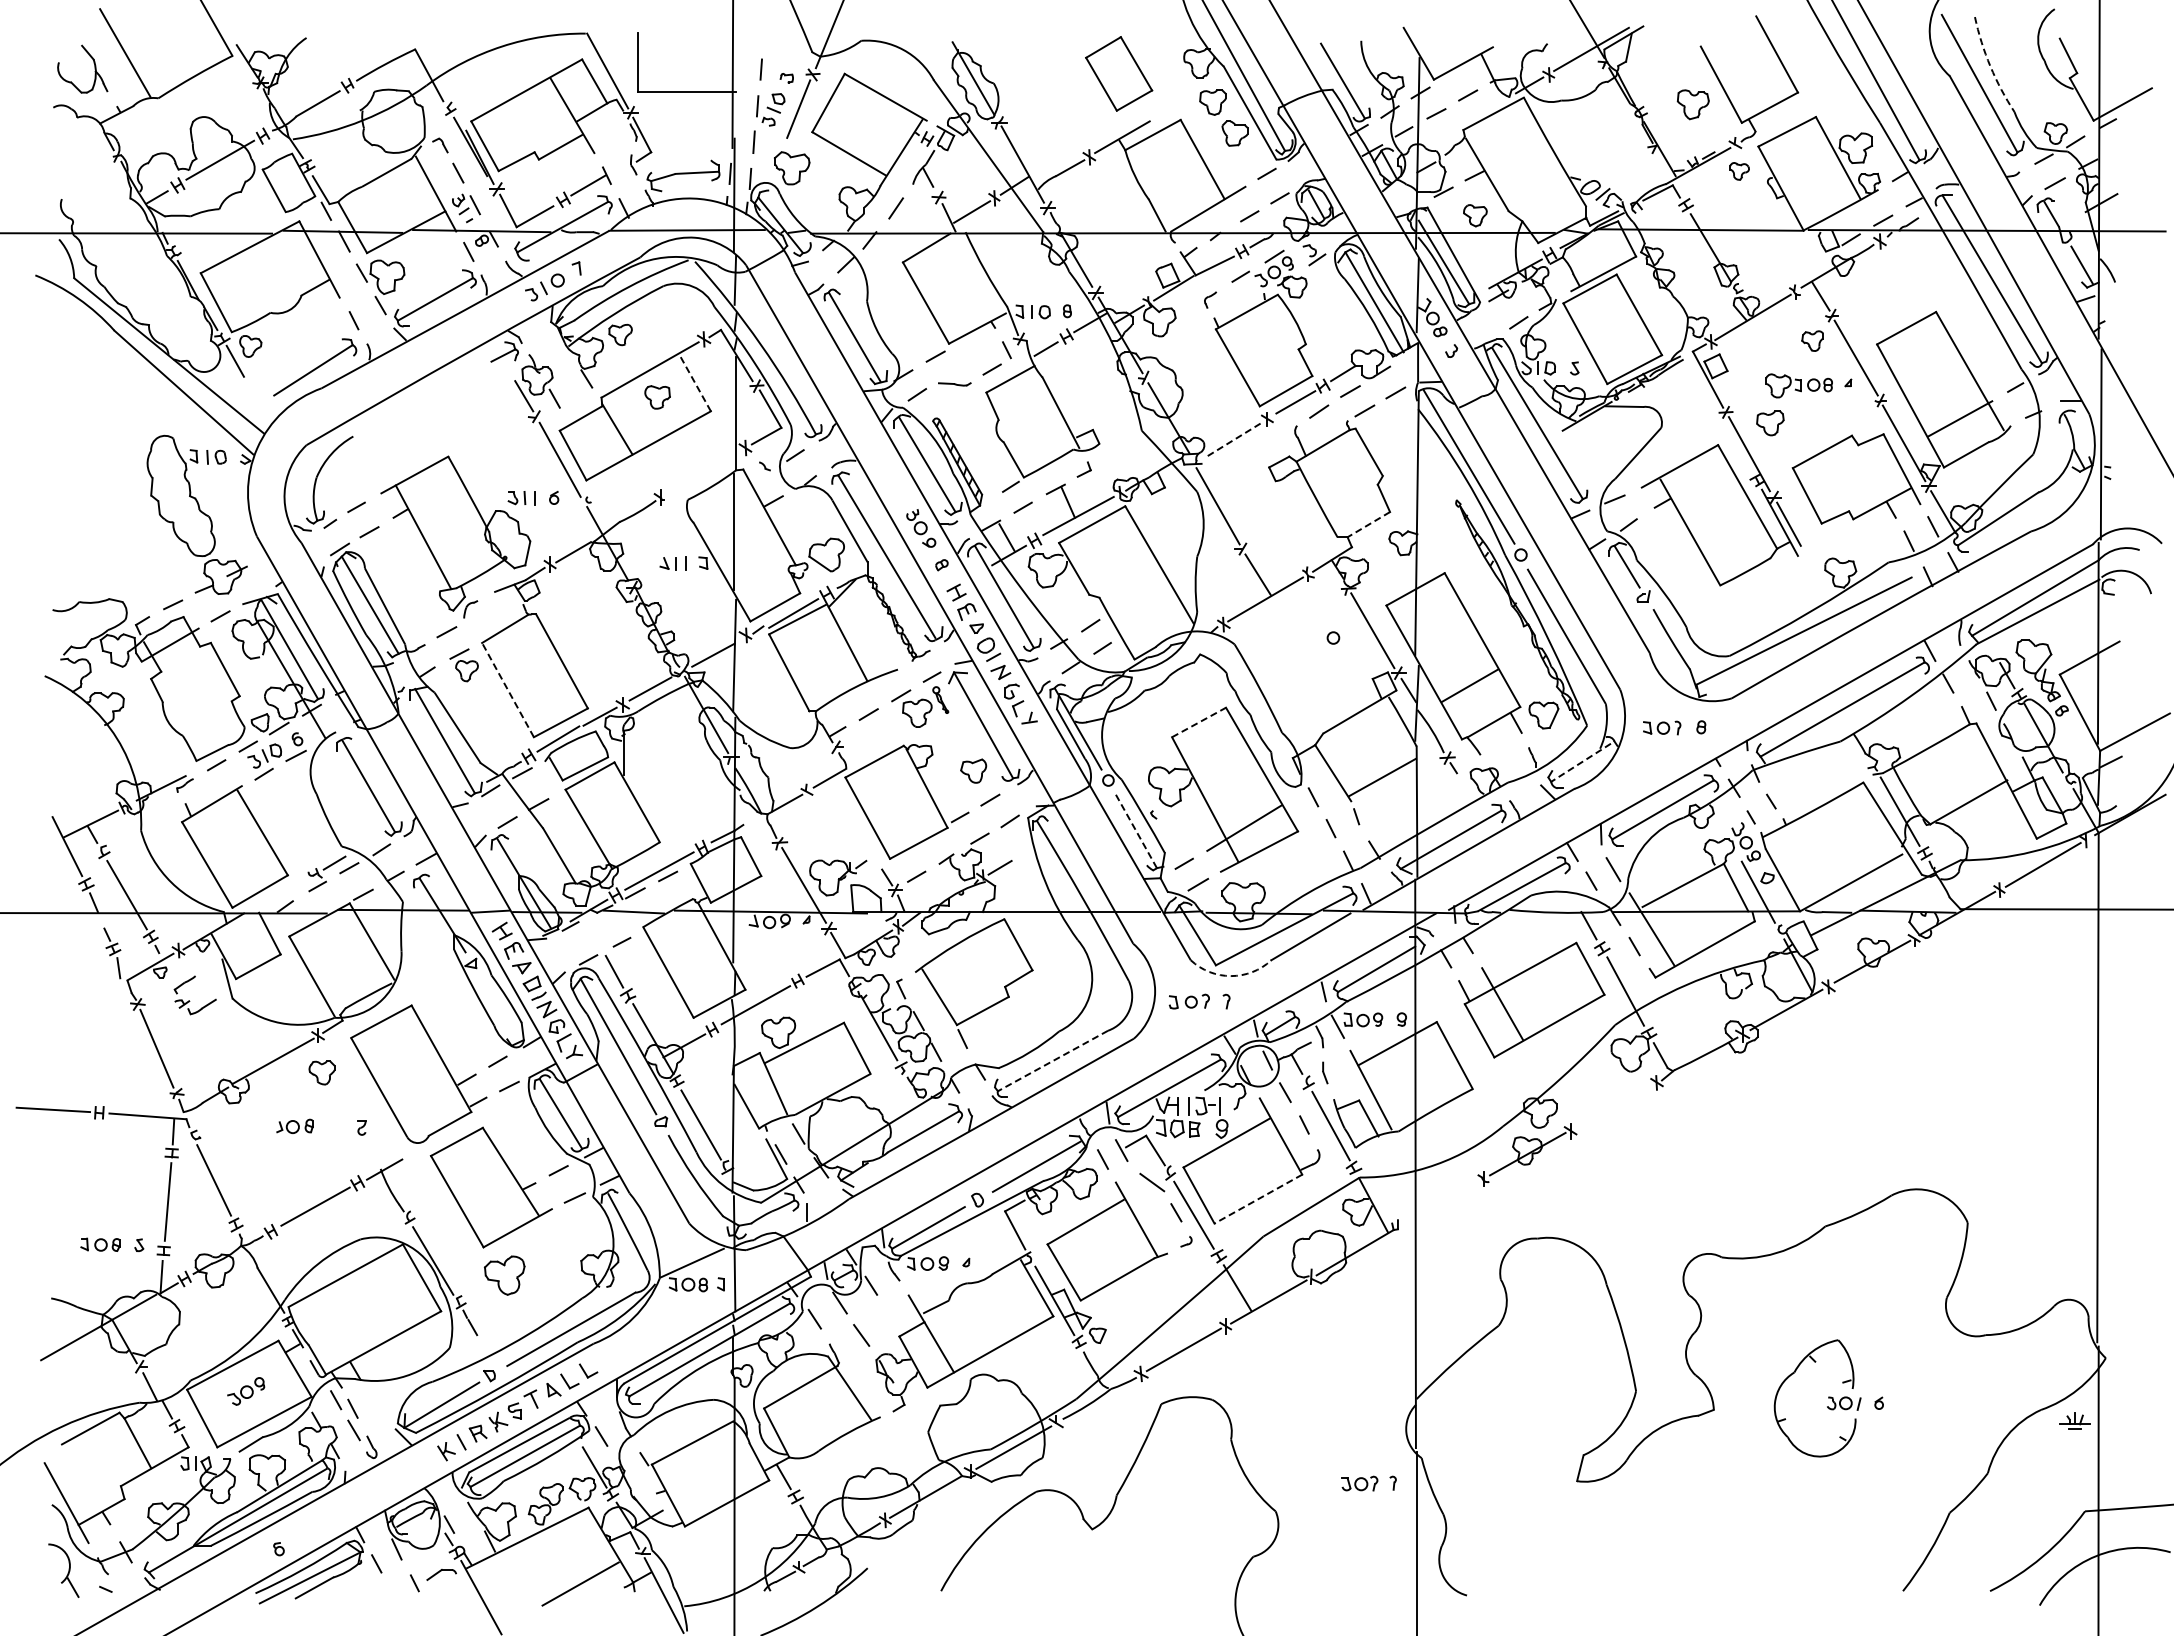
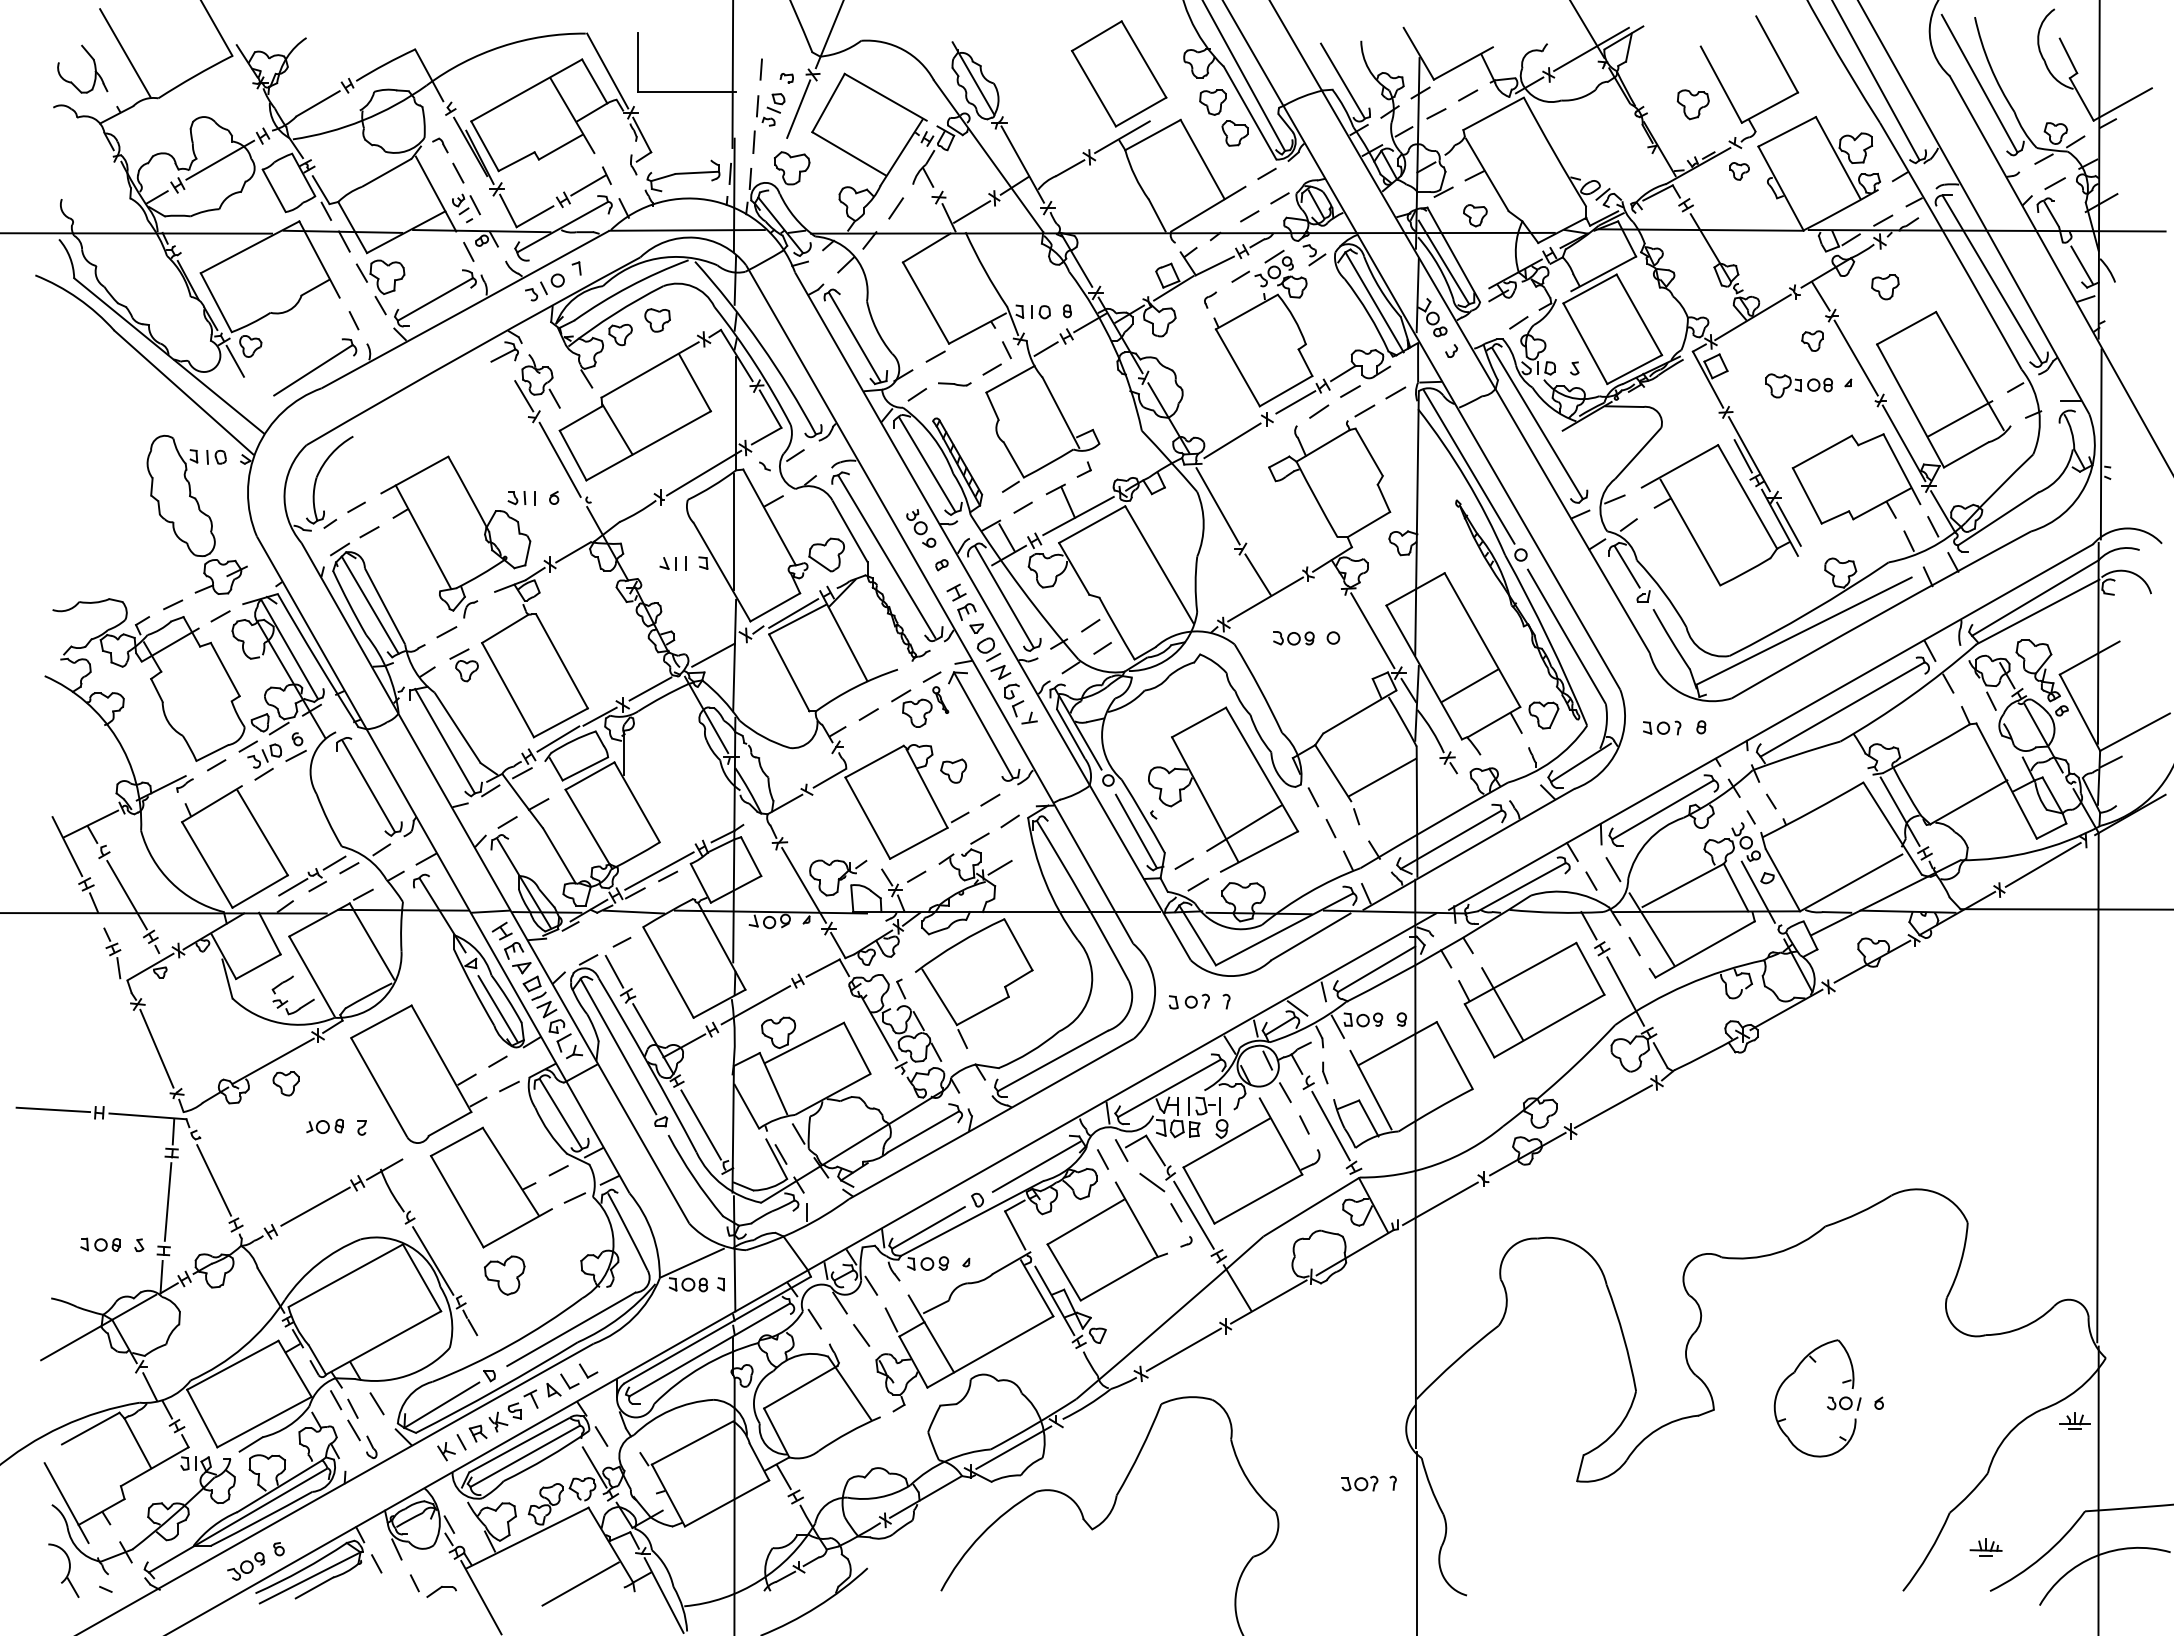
arc at (1990, 66): dashed -> solid
part at (1119, 73) size: 69x76 px -> 98x108 px
line at (695, 382): dashed -> solid
part at (657, 397) position: (657, 397) -> (657, 320)
part at (1770, 423) position: (1770, 423) -> (1885, 287)
line at (1232, 440): dashed -> solid
line at (1742, 456): none -> present
line at (704, 472): none -> present
line at (1368, 524): dashed -> solid
part at (1293, 638): none -> present
line at (508, 690): dashed -> solid
line at (1199, 722): dashed -> solid
line at (1580, 763): dashed -> solid
part at (973, 770) position: (973, 770) -> (953, 770)
line at (1136, 831): dashed -> solid
line at (293, 886): none -> present
arc at (1231, 976): dashed -> solid
part at (189, 1000) position: (189, 1000) -> (287, 1000)
line at (497, 1008): none -> present
line at (1297, 1008): none -> present
line at (1053, 1060): dashed -> solid
part at (321, 1072) position: (321, 1072) -> (285, 1083)
line at (1612, 1106): none -> present
part at (294, 1125) position: (294, 1125) -> (324, 1125)
line at (1257, 1199): dashed -> solid
line at (1440, 1203): none -> present
line at (891, 1319): none -> present
part at (246, 1391) position: (246, 1391) -> (246, 1566)
line at (376, 1403): none -> present
part at (1985, 1547): none -> present
part at (441, 1574) position: (441, 1574) -> (441, 1591)
